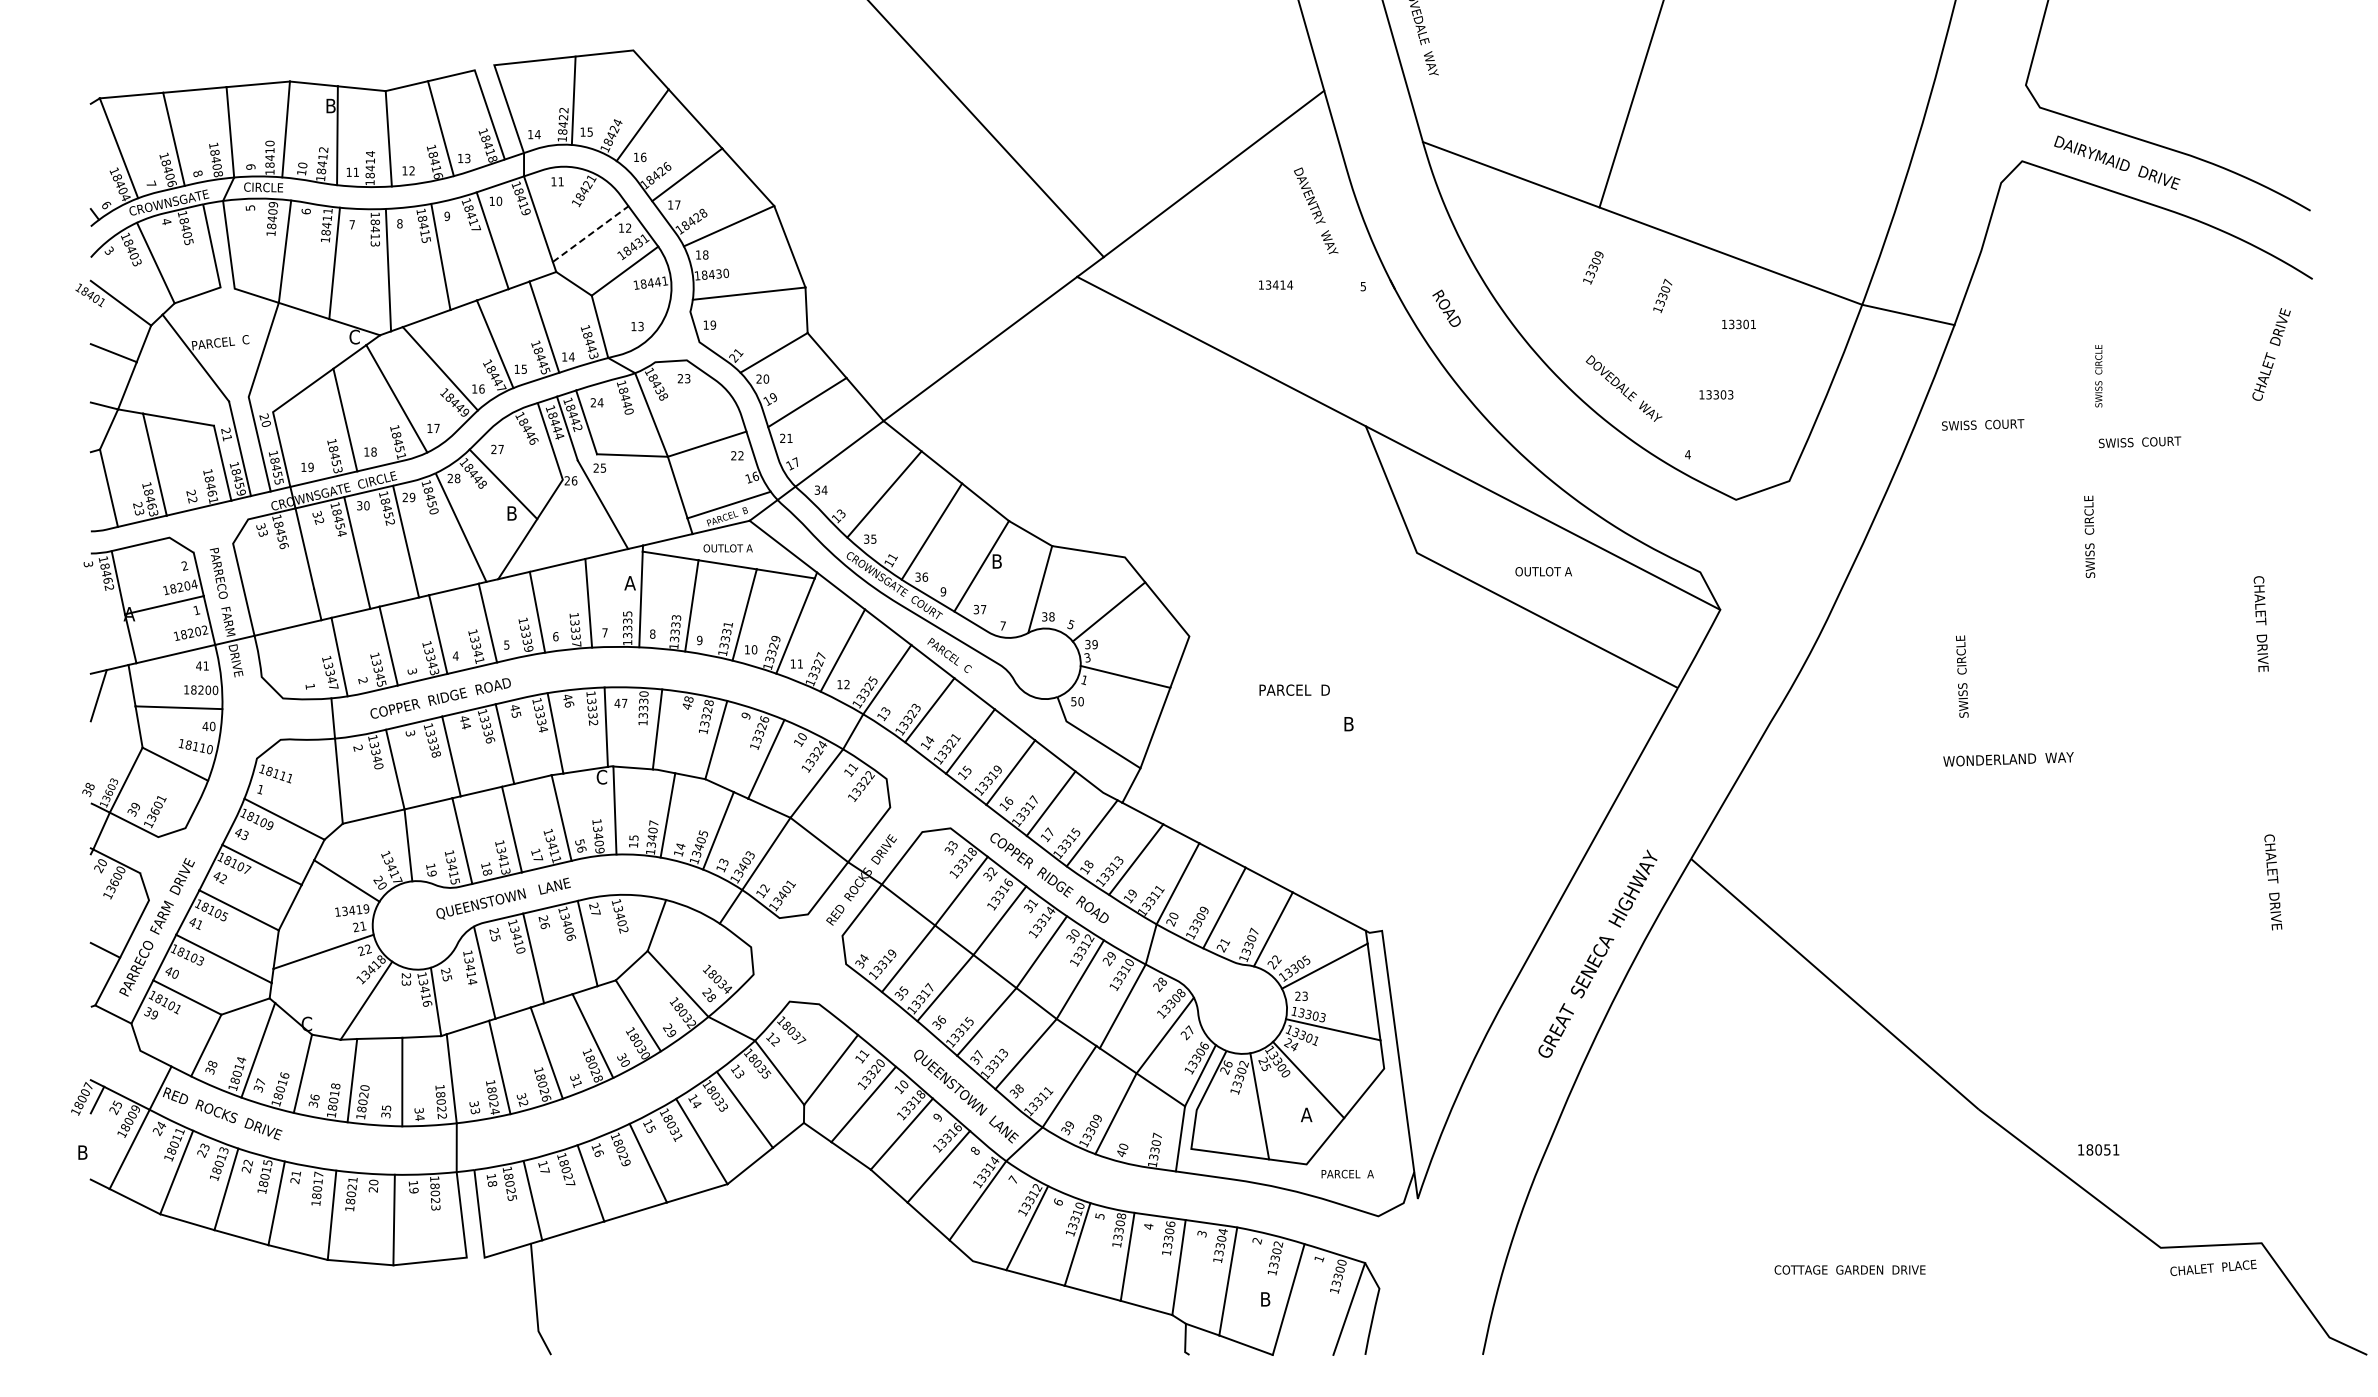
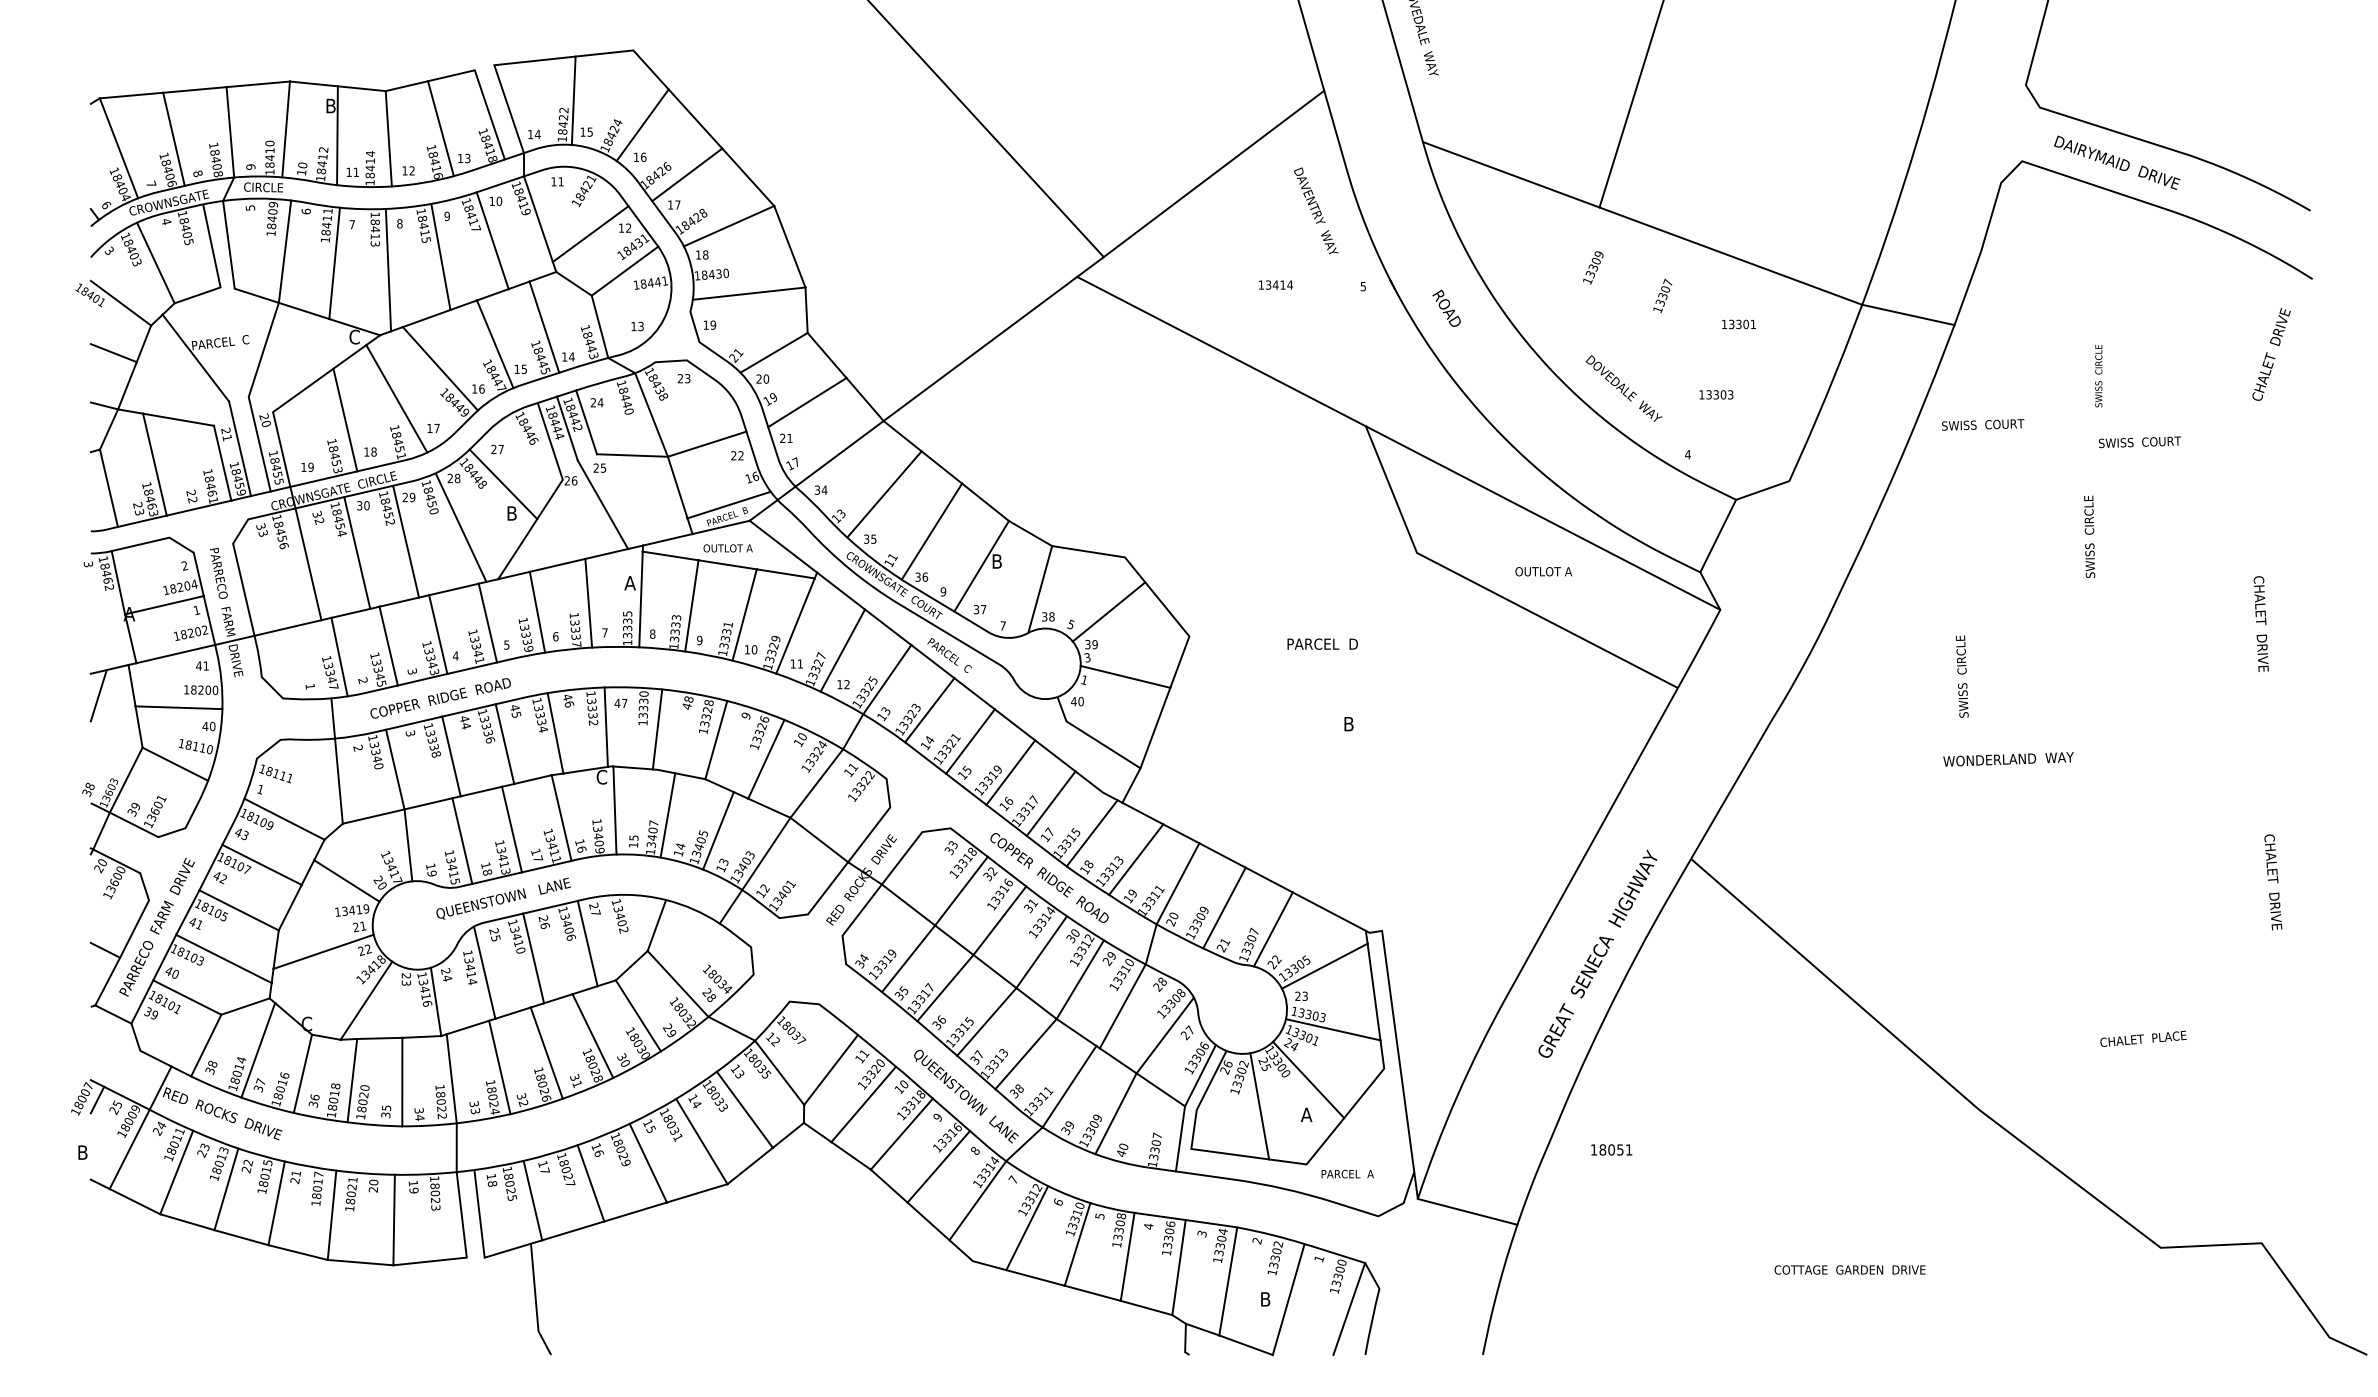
line at (590, 234): dashed -> solid
line at (1718, 535): none -> present
text at (1294, 689) position: (1294, 689) -> (1322, 643)
text at (1073, 701): 50 -> 40
text at (579, 842): 56 -> 16
text at (446, 978): 25 -> 24
text at (2098, 1149) position: (2098, 1149) -> (1611, 1149)
line at (1467, 1211): none -> present
text at (2213, 1267) position: (2213, 1267) -> (2143, 1038)
